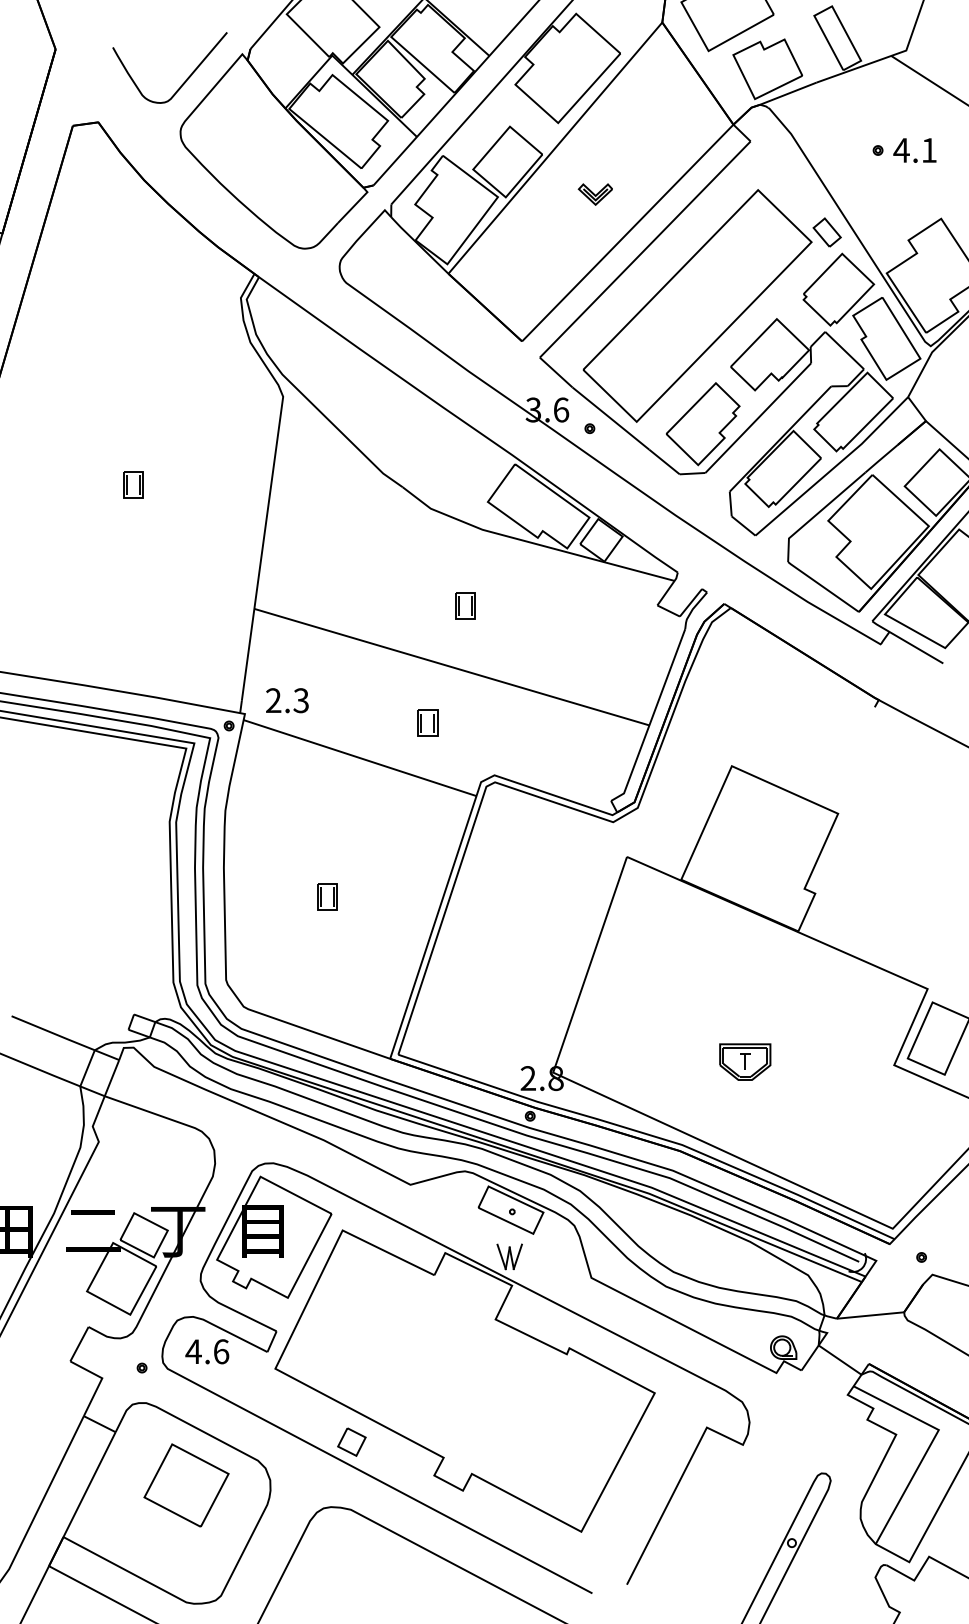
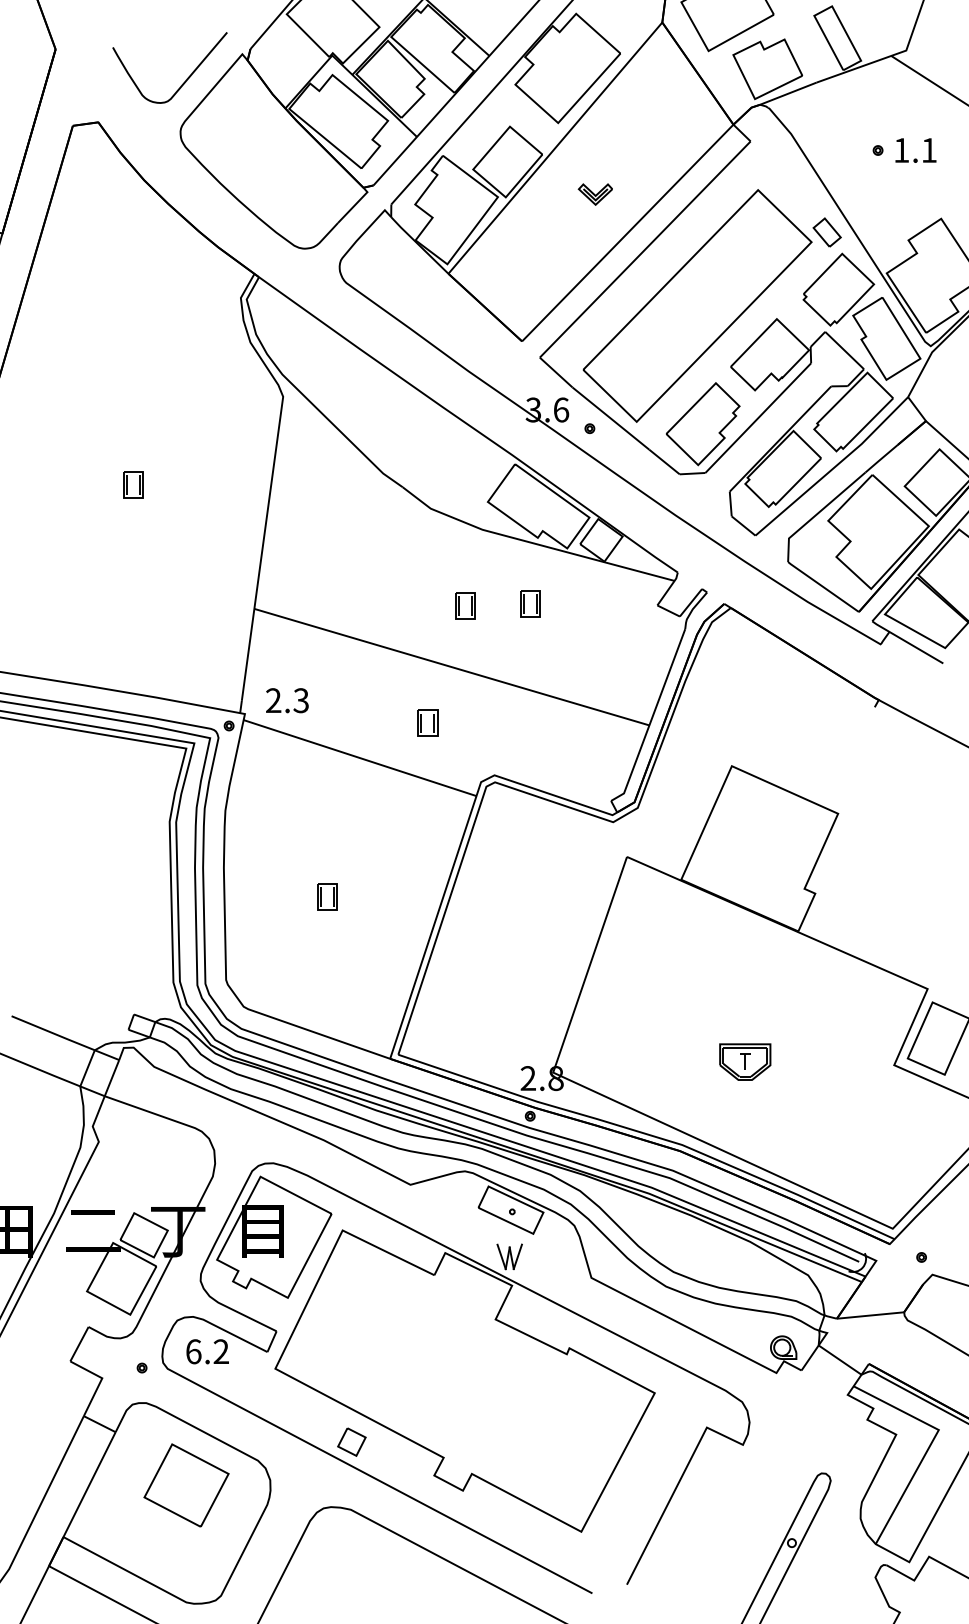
text at (901, 150): 4.1 -> 1.1
part at (530, 603): none -> present
text at (207, 1351): 4.6 -> 6.2
